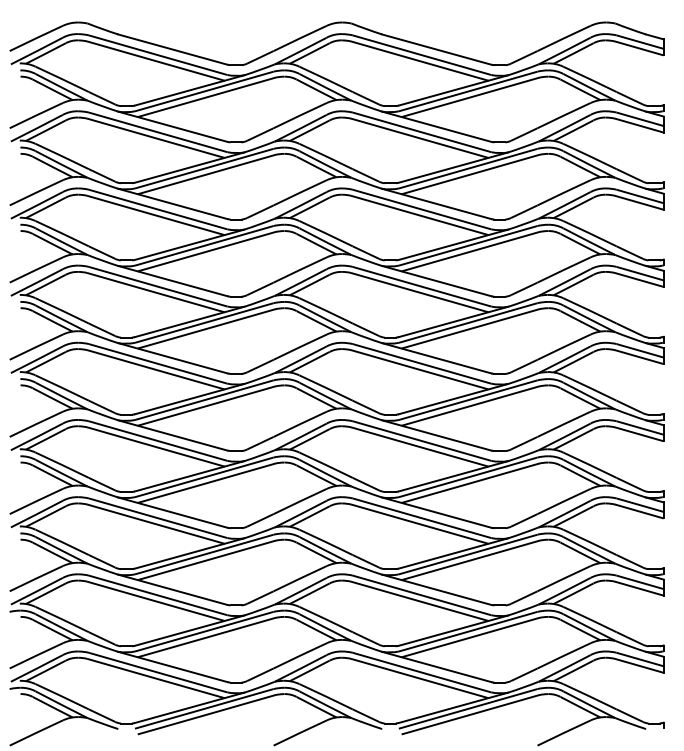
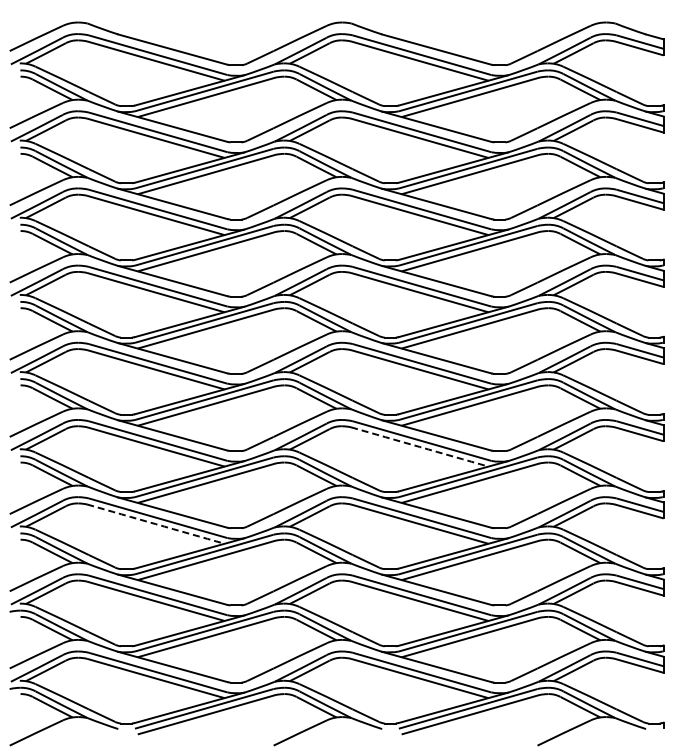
arc at (419, 446): solid -> dashed
arc at (155, 524): solid -> dashed
